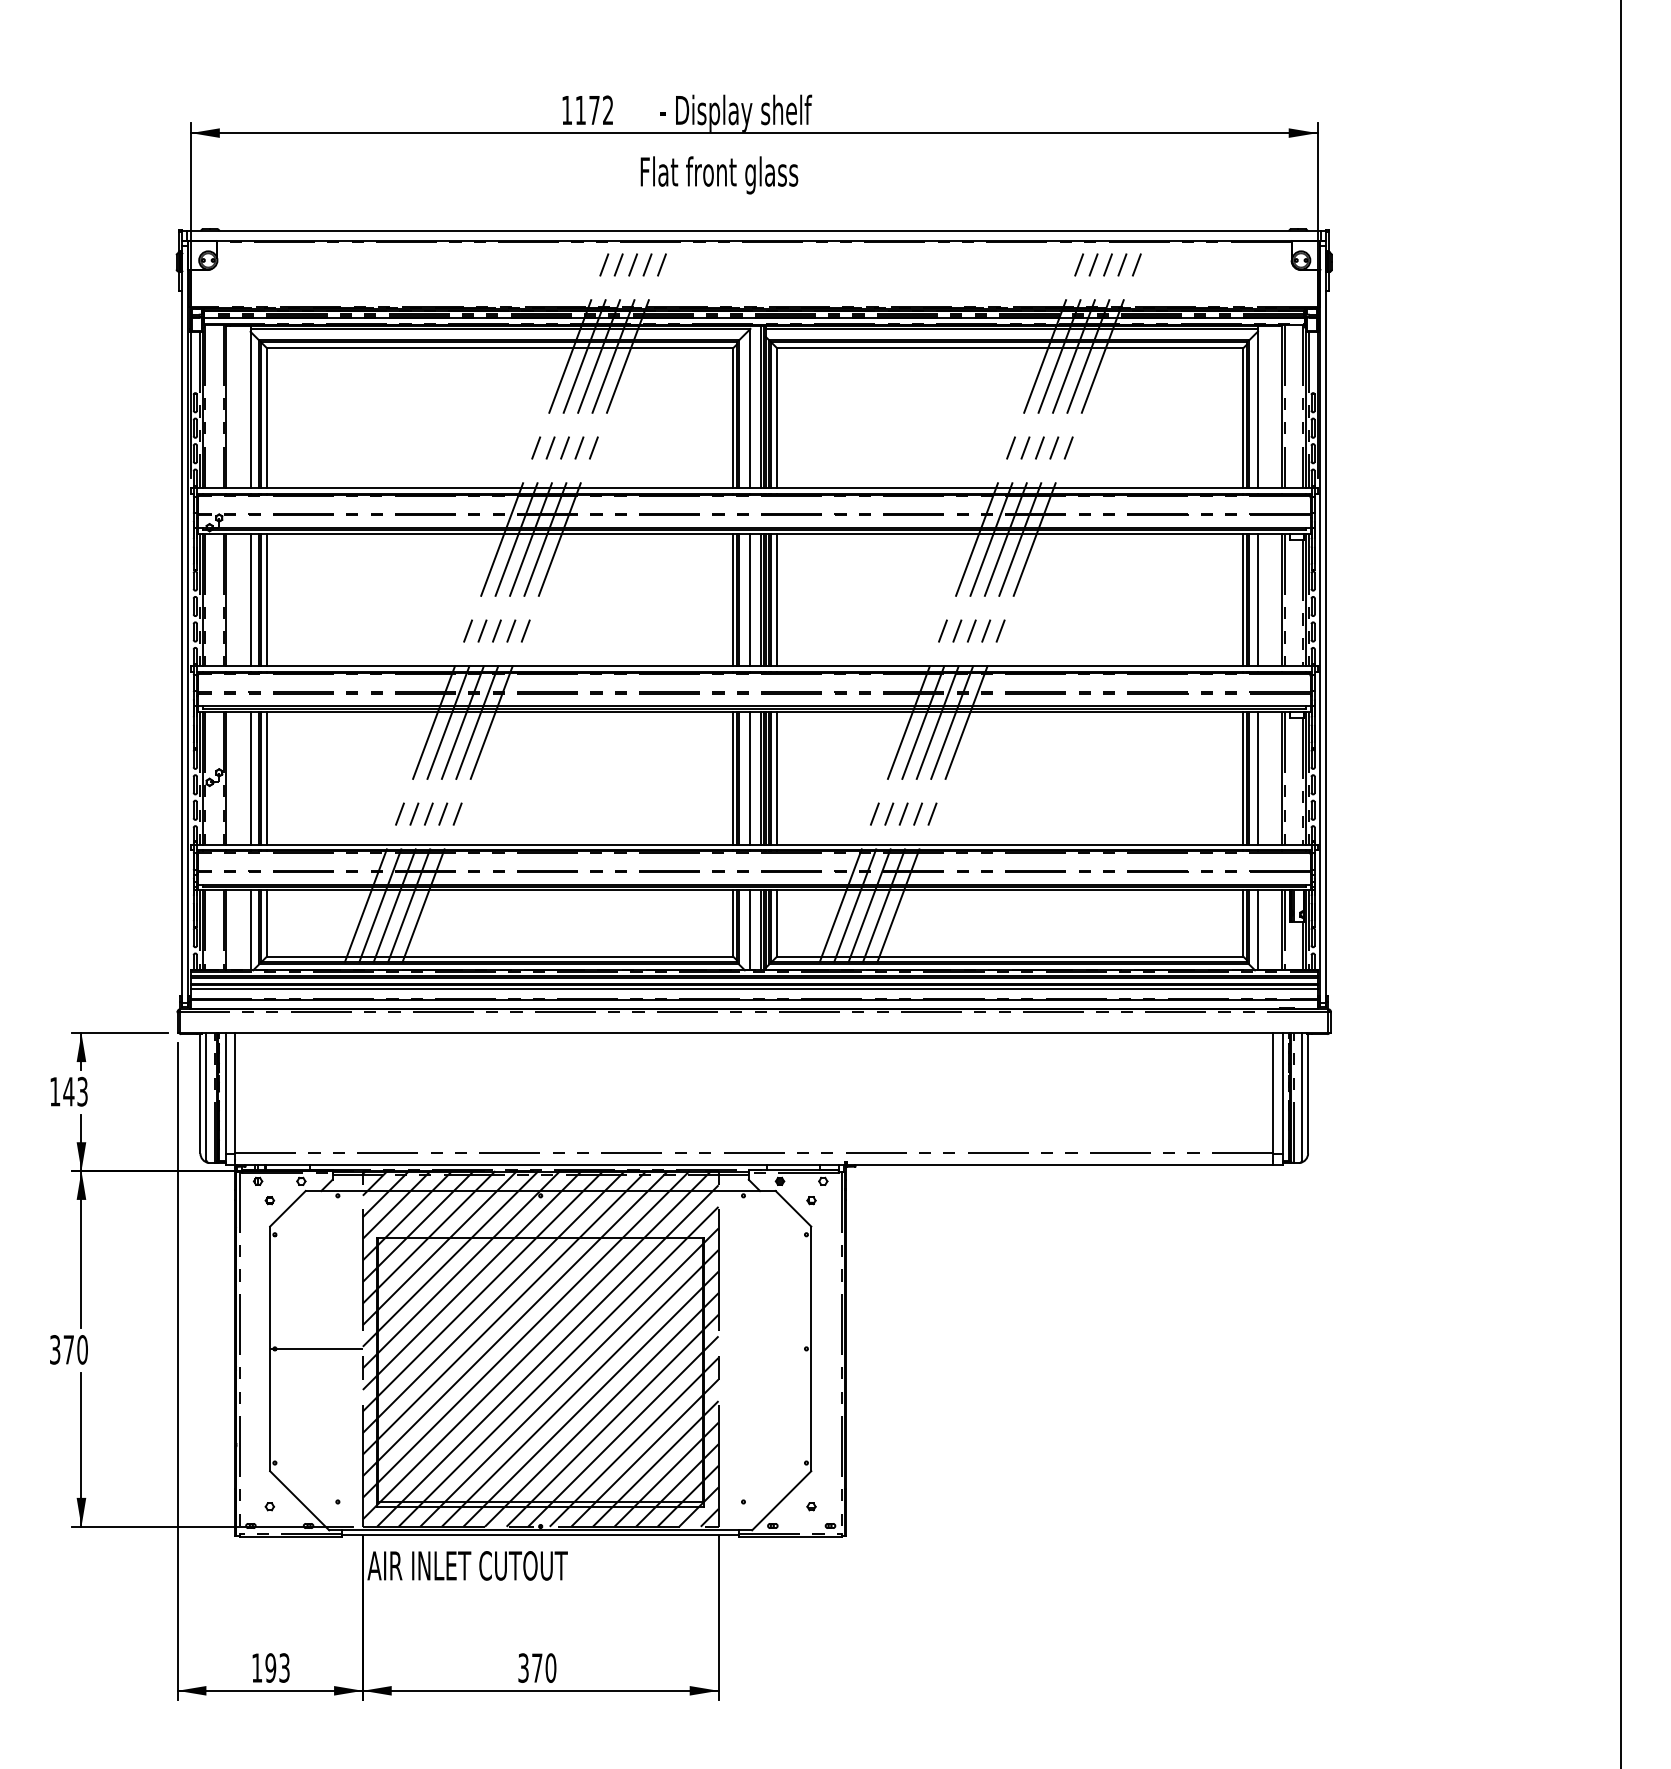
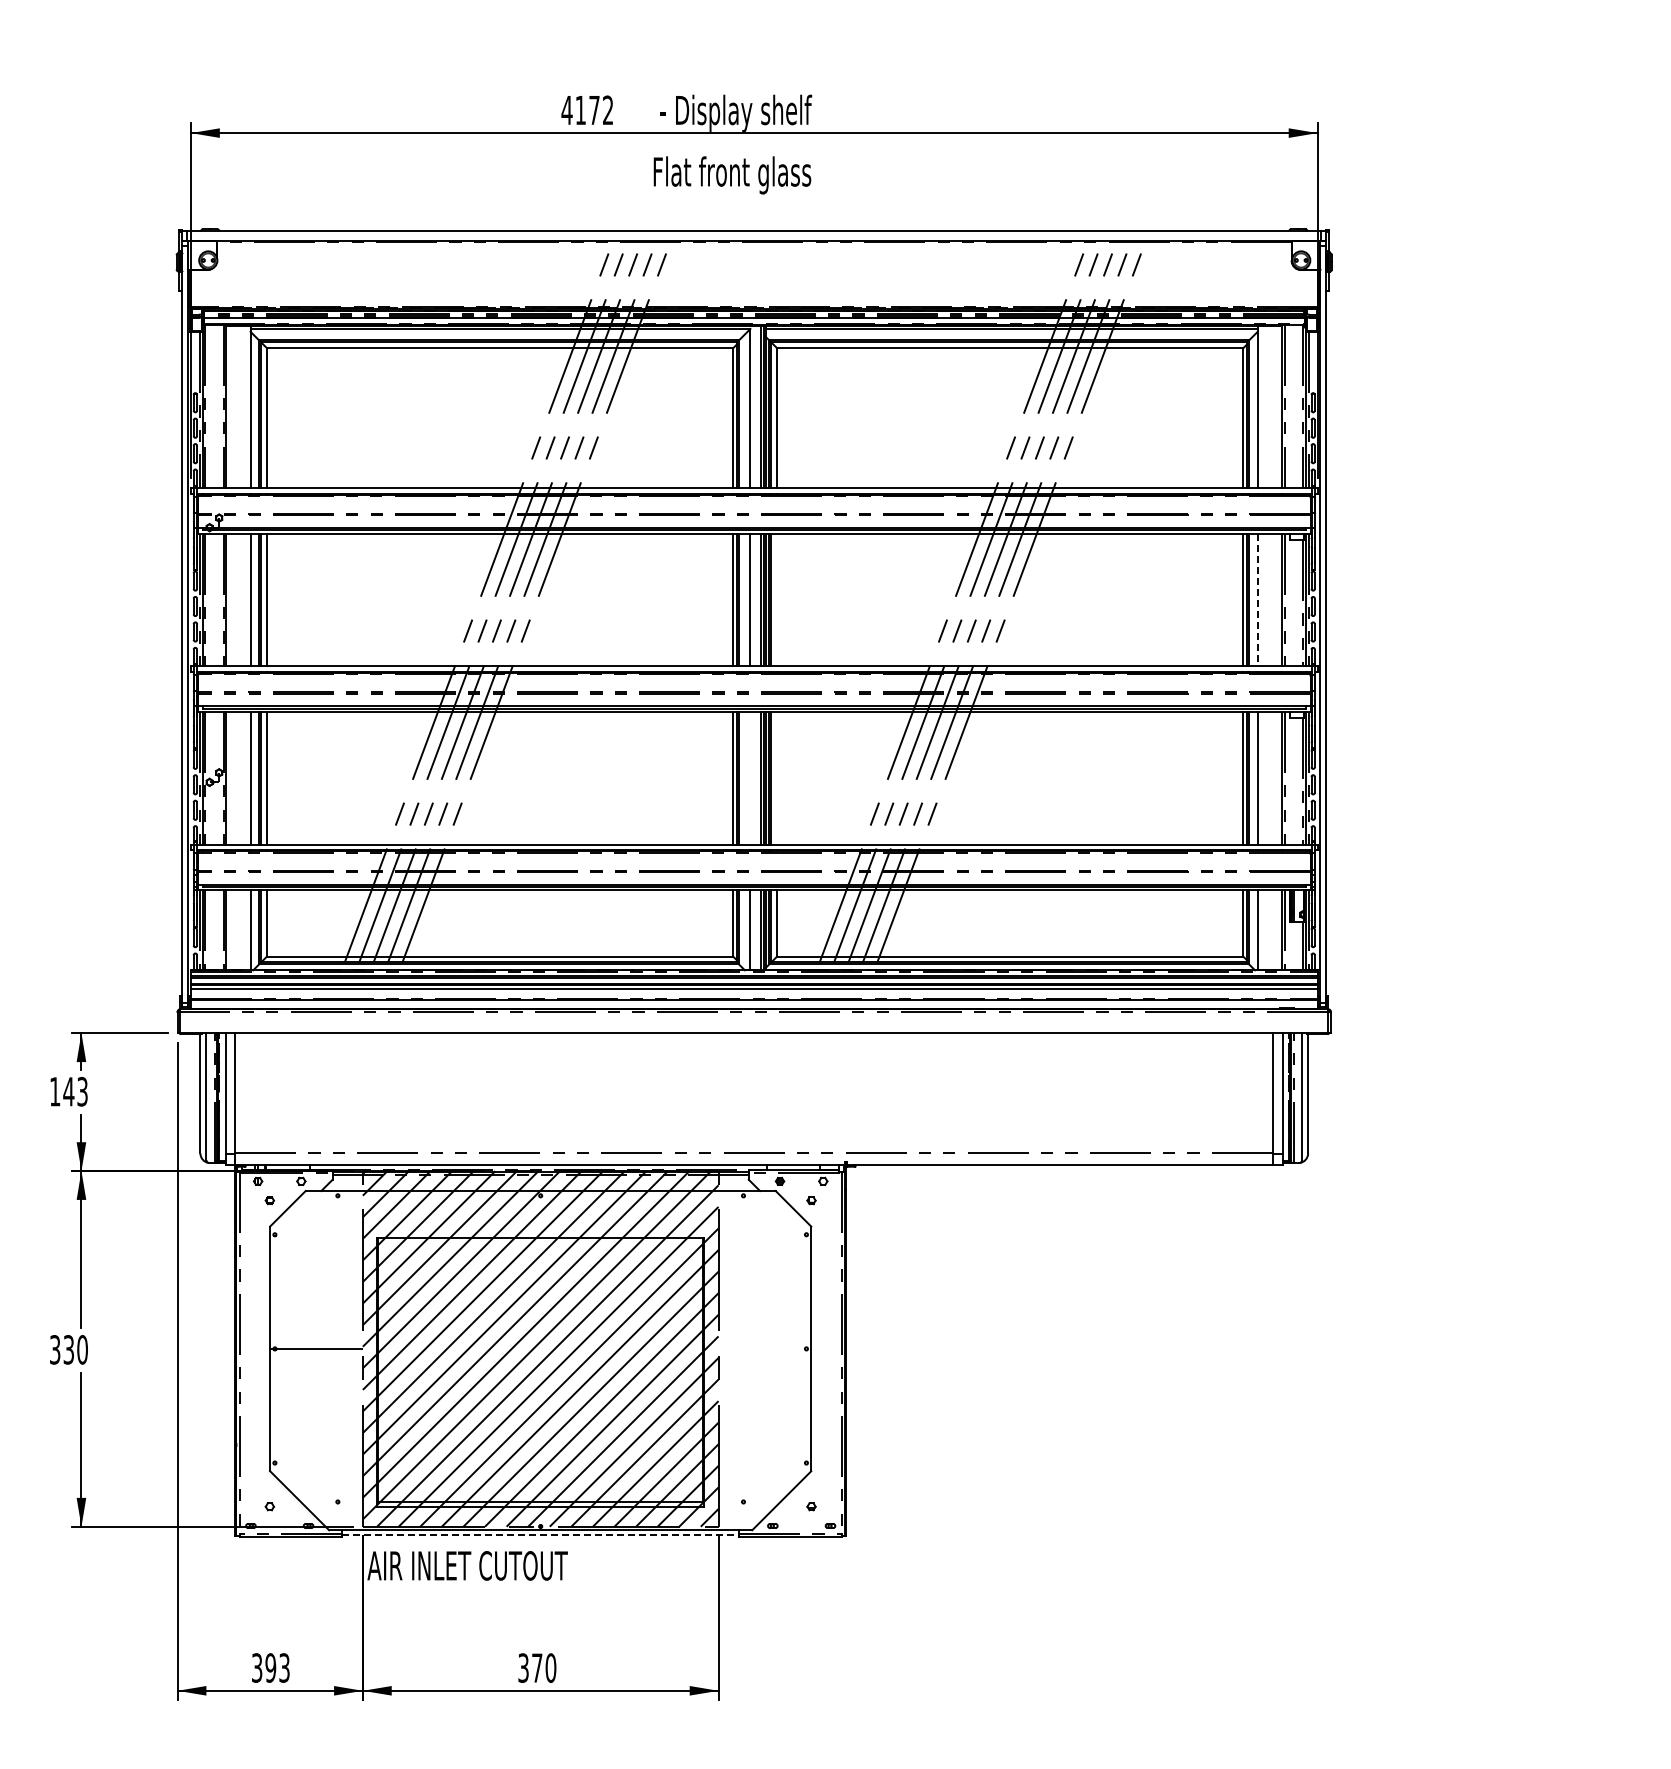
text at (566, 110): 1172 -> 4172
text at (719, 175) position: (719, 175) -> (732, 175)
line at (777, 599): present -> none
line at (1257, 600): solid -> dashed
line at (750, 777): present -> none
line at (777, 777): present -> none
line at (1620, 883): present -> none
text at (68, 1349): 370 -> 330
line at (541, 1535): solid -> dashed
text at (257, 1667): 193 -> 393
